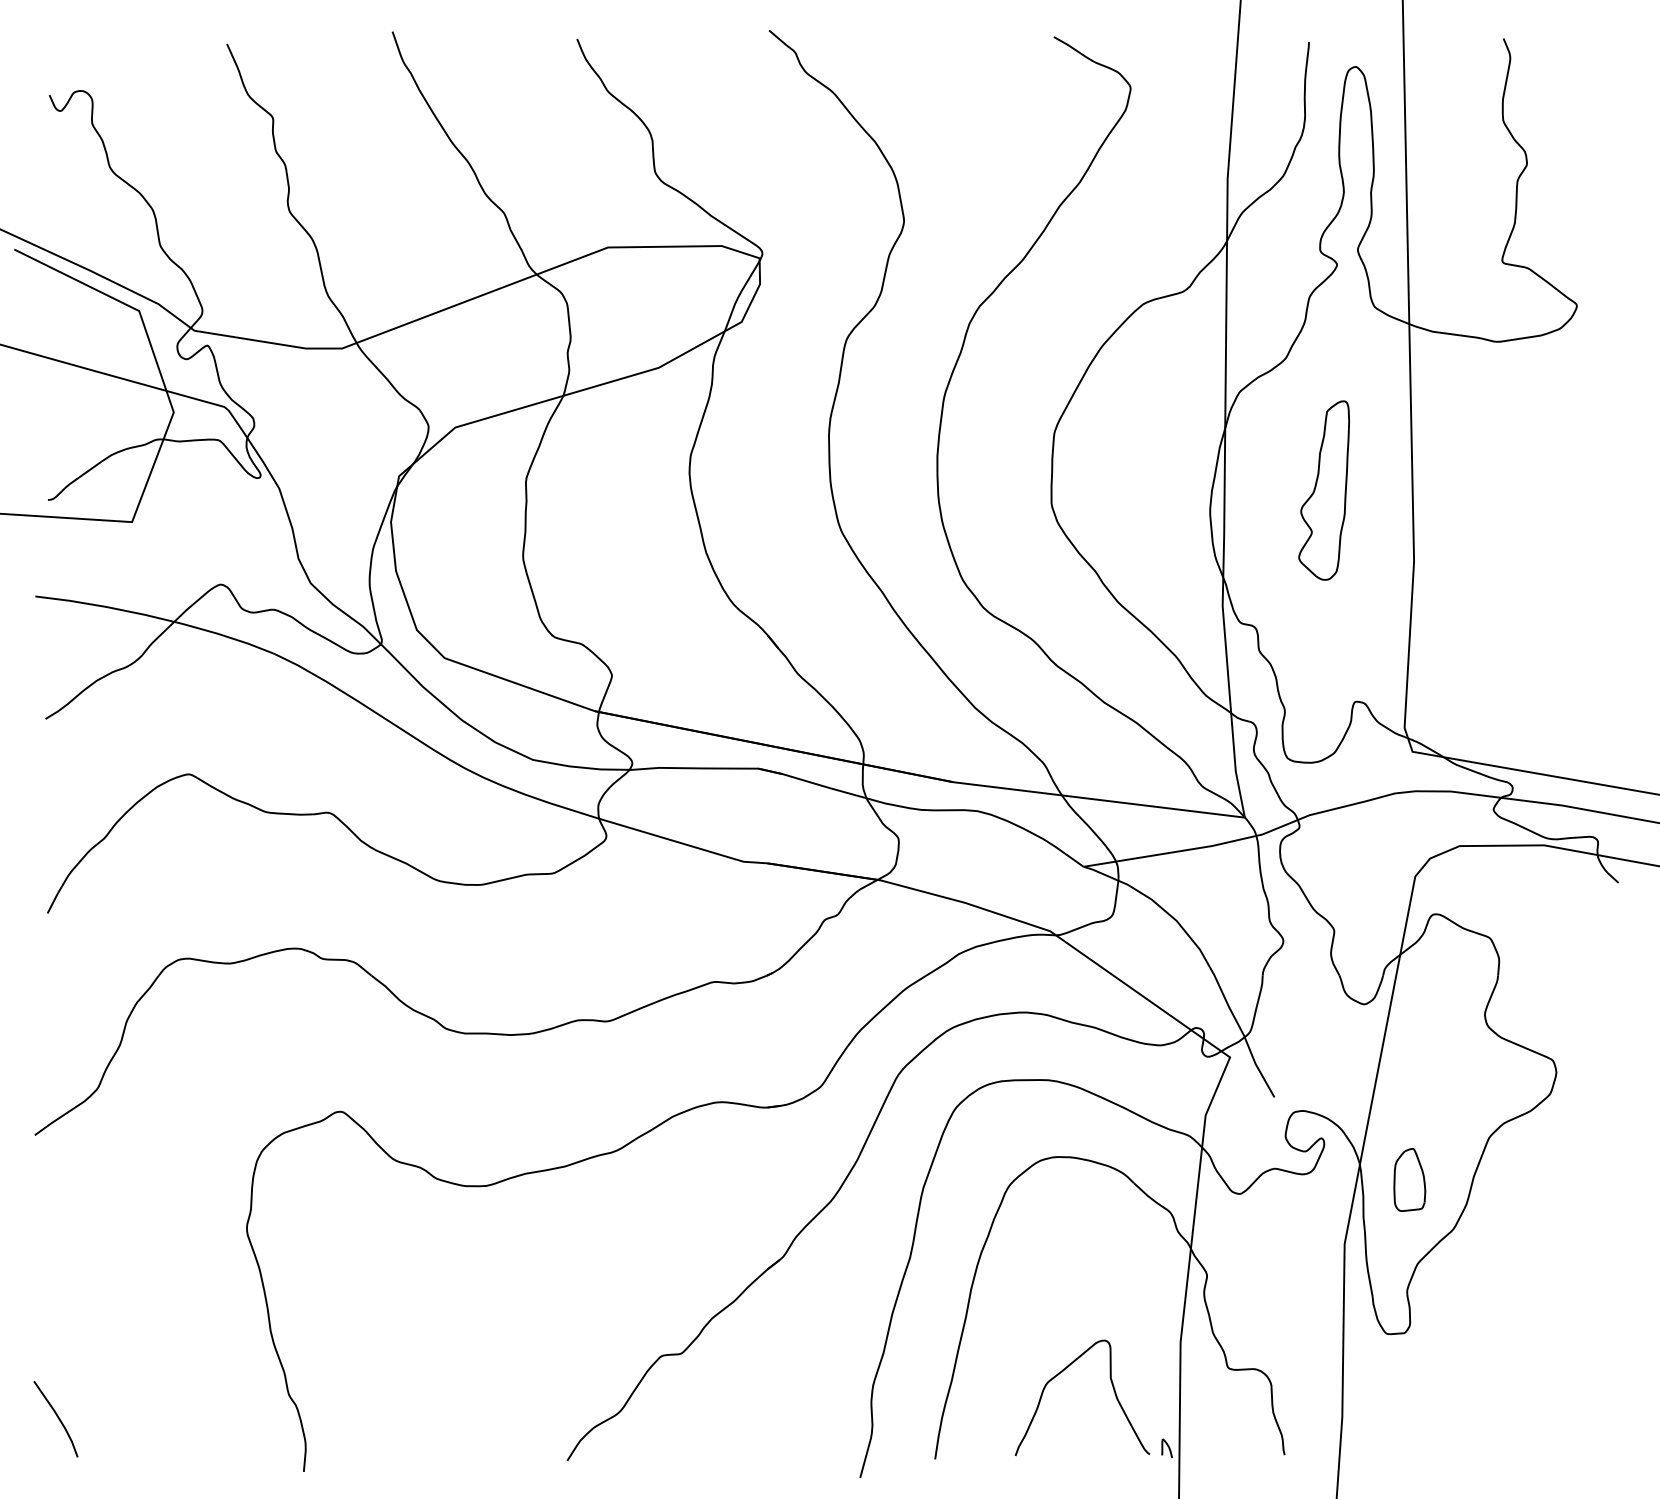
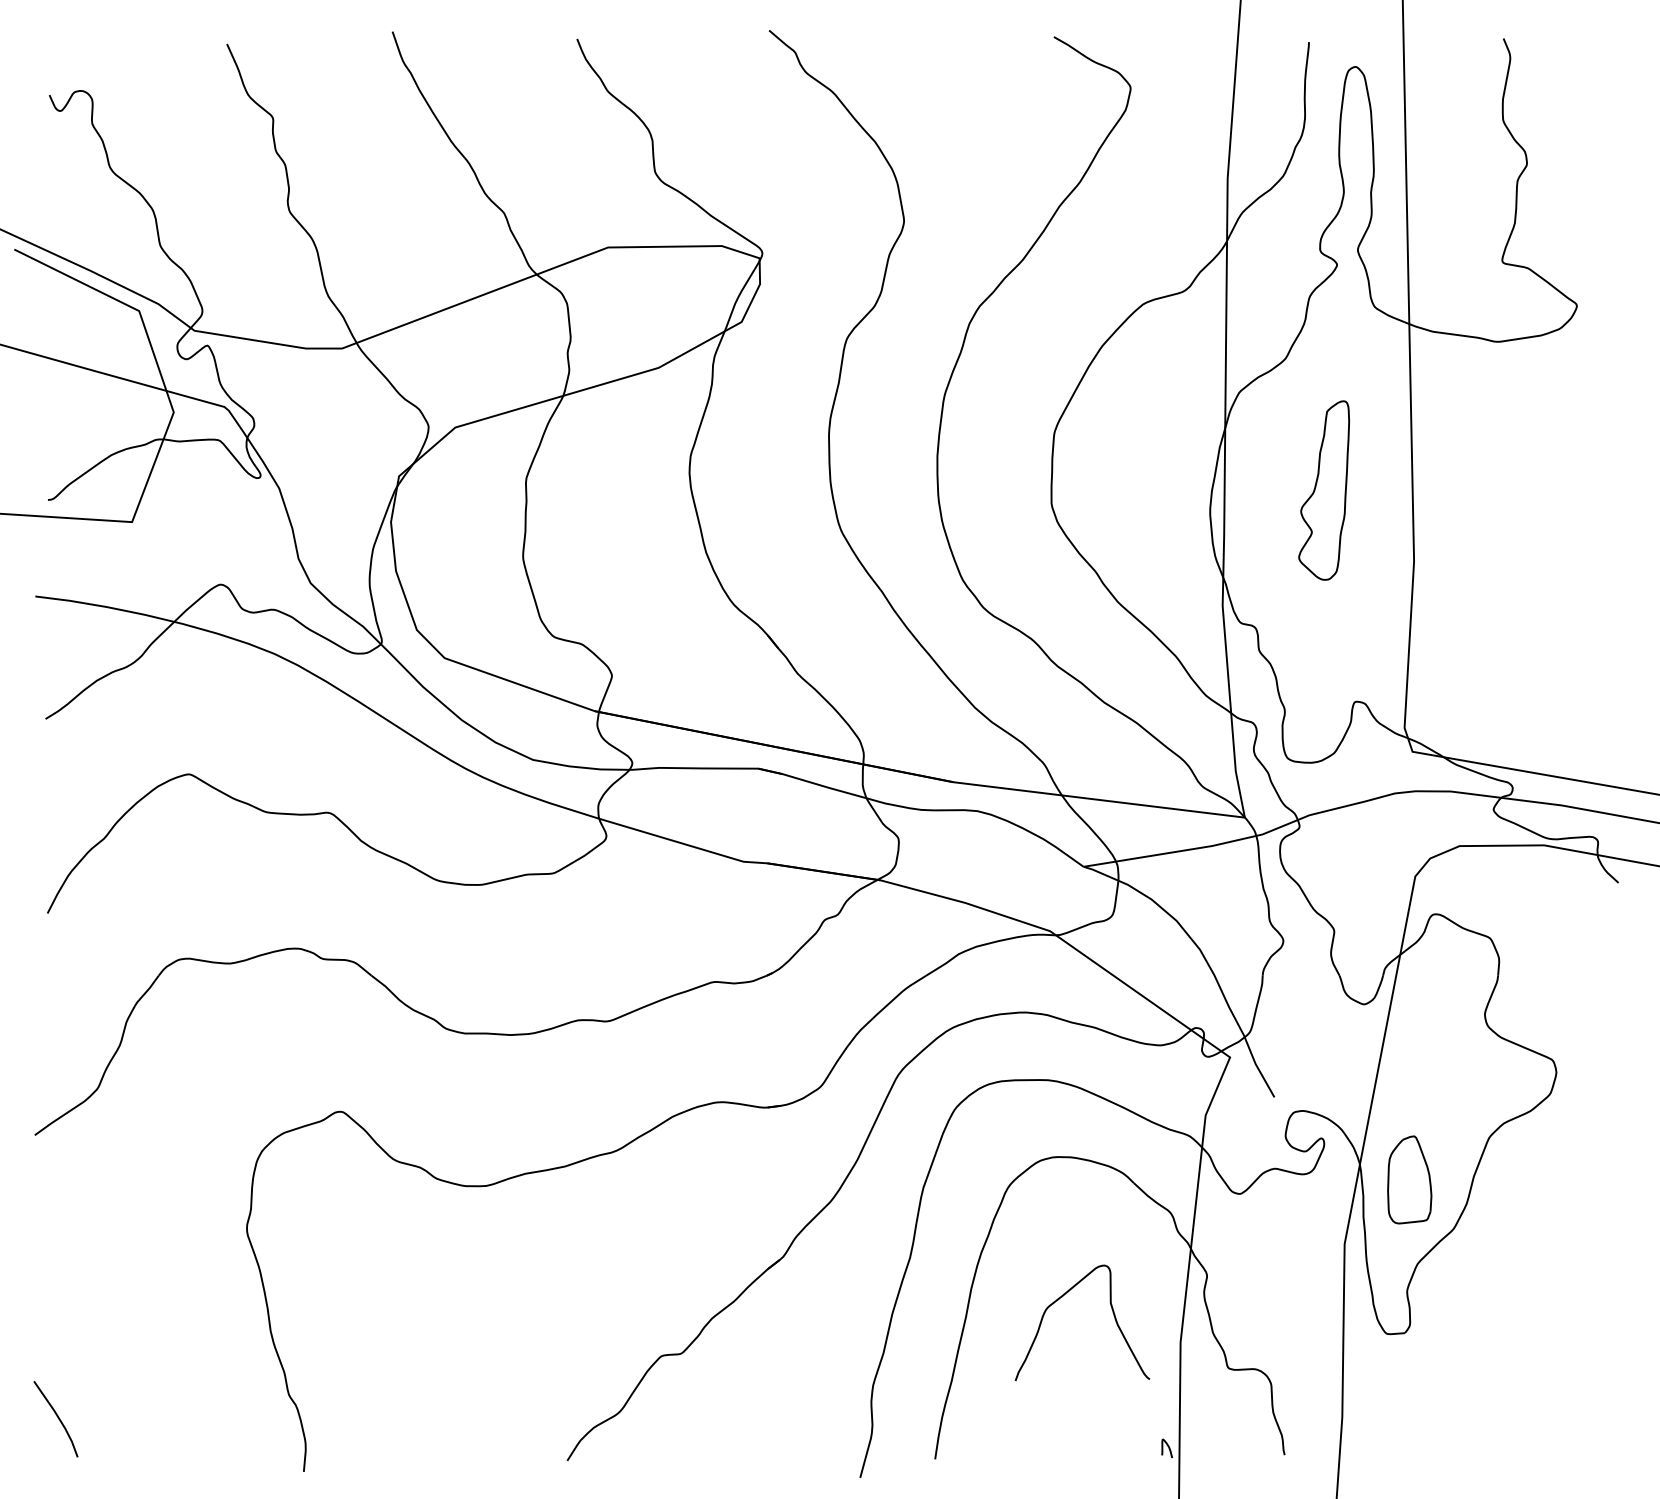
part at (1409, 1179) size: 34x64 px -> 46x90 px
curve at (1112, 1387) position: (1112, 1387) -> (1112, 1312)
